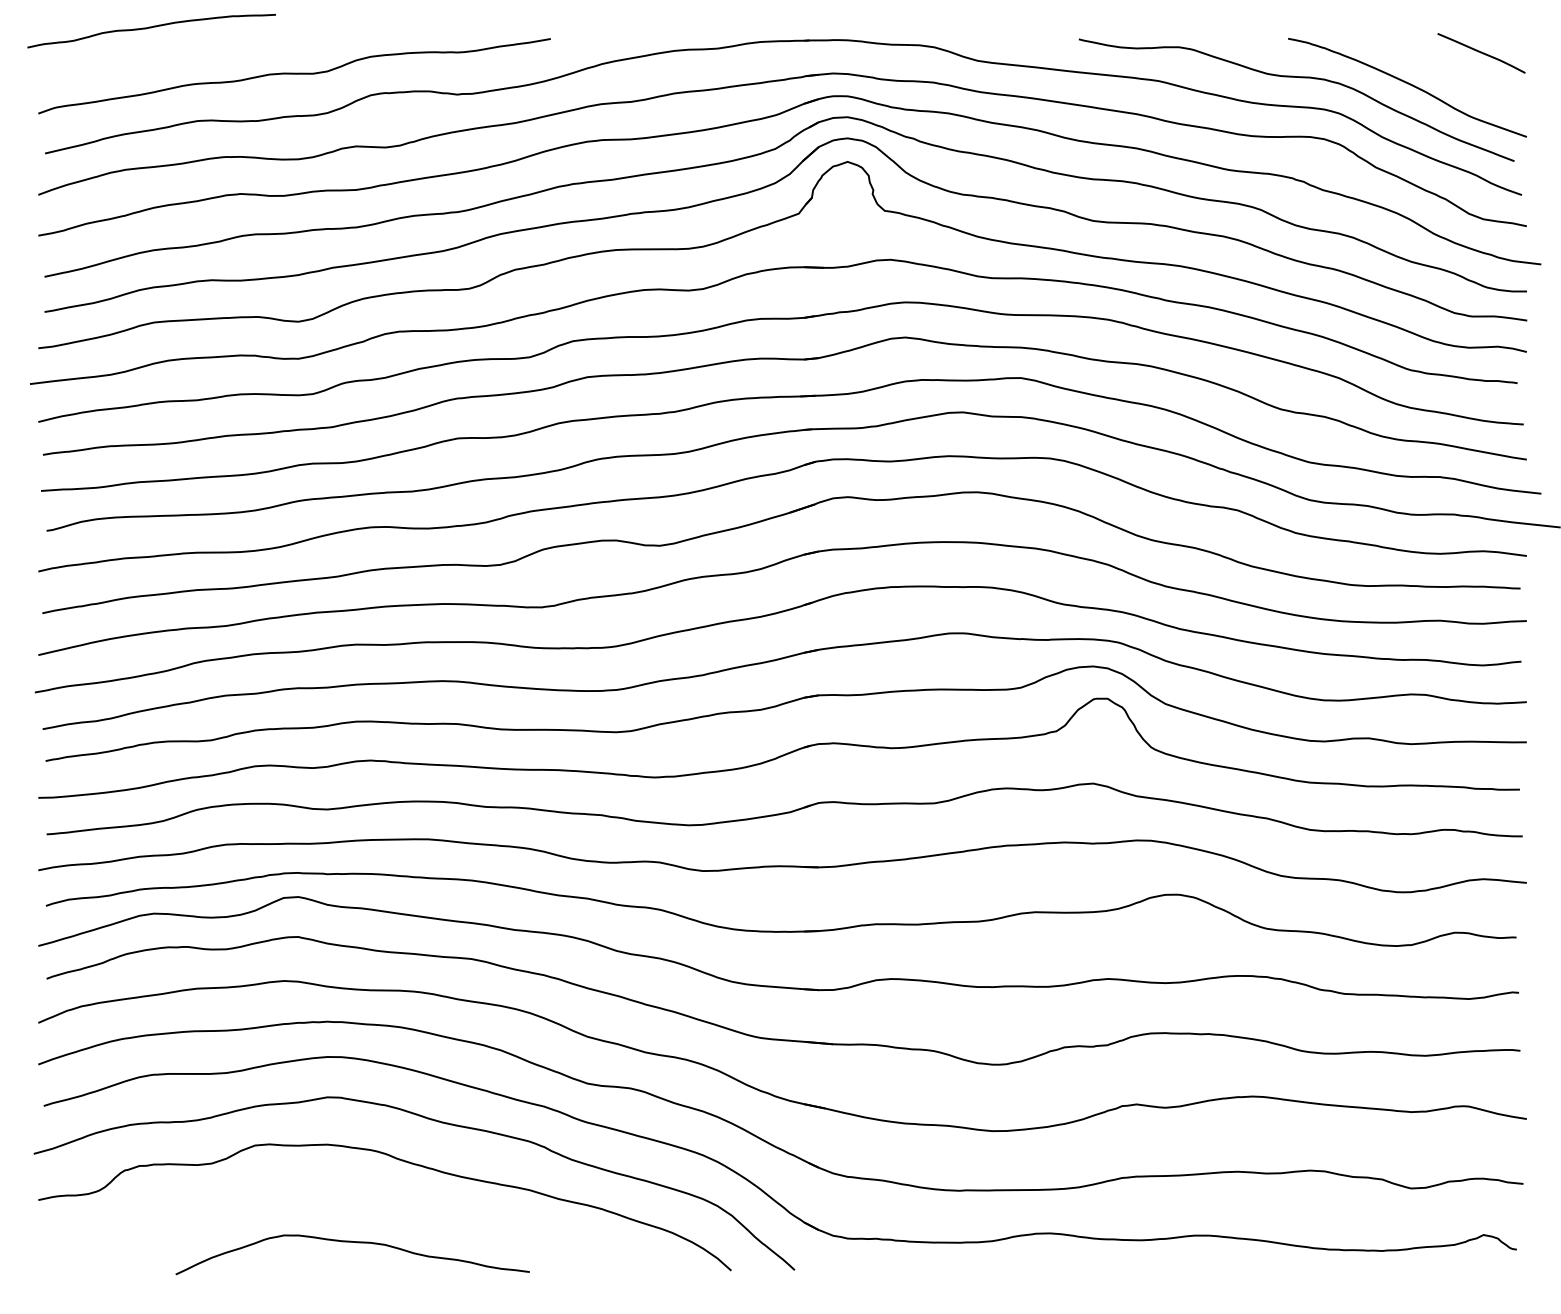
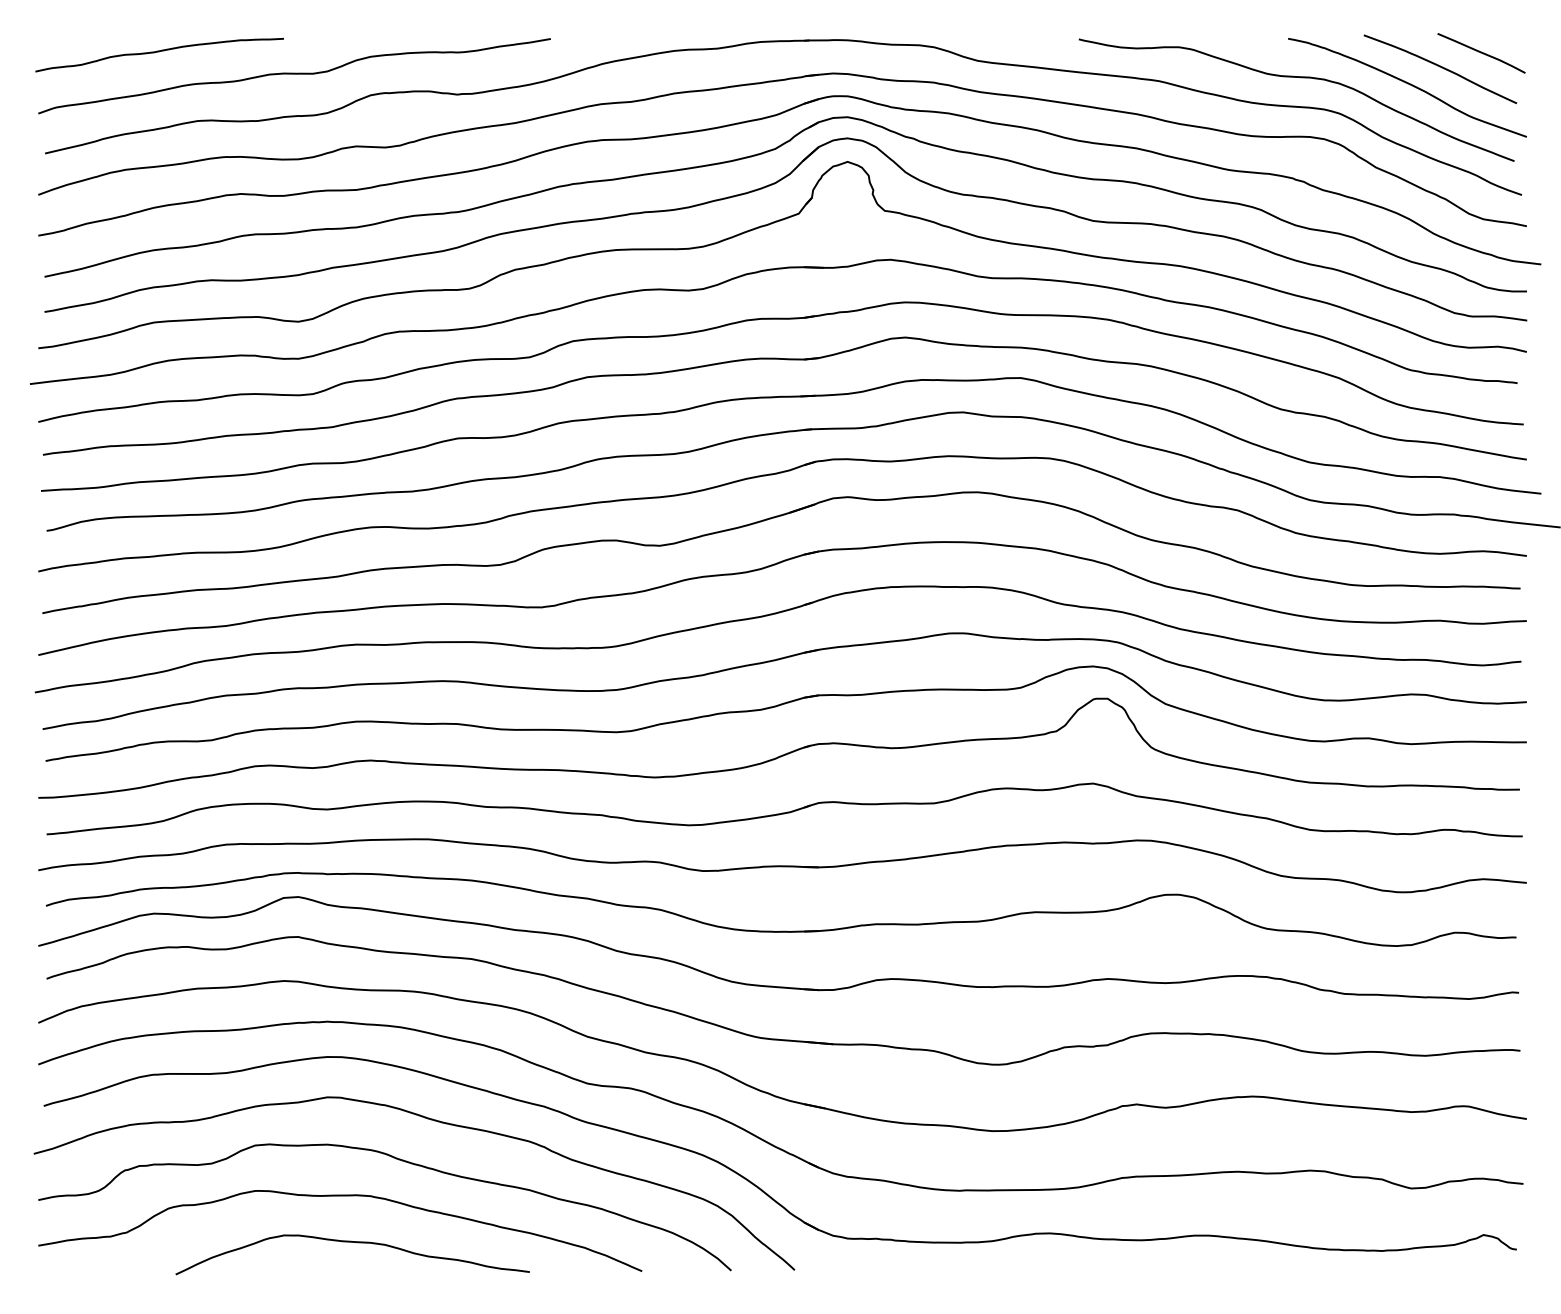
curve at (151, 28) position: (151, 28) -> (159, 52)
curve at (1441, 68): none -> present
curve at (340, 1196): none -> present
